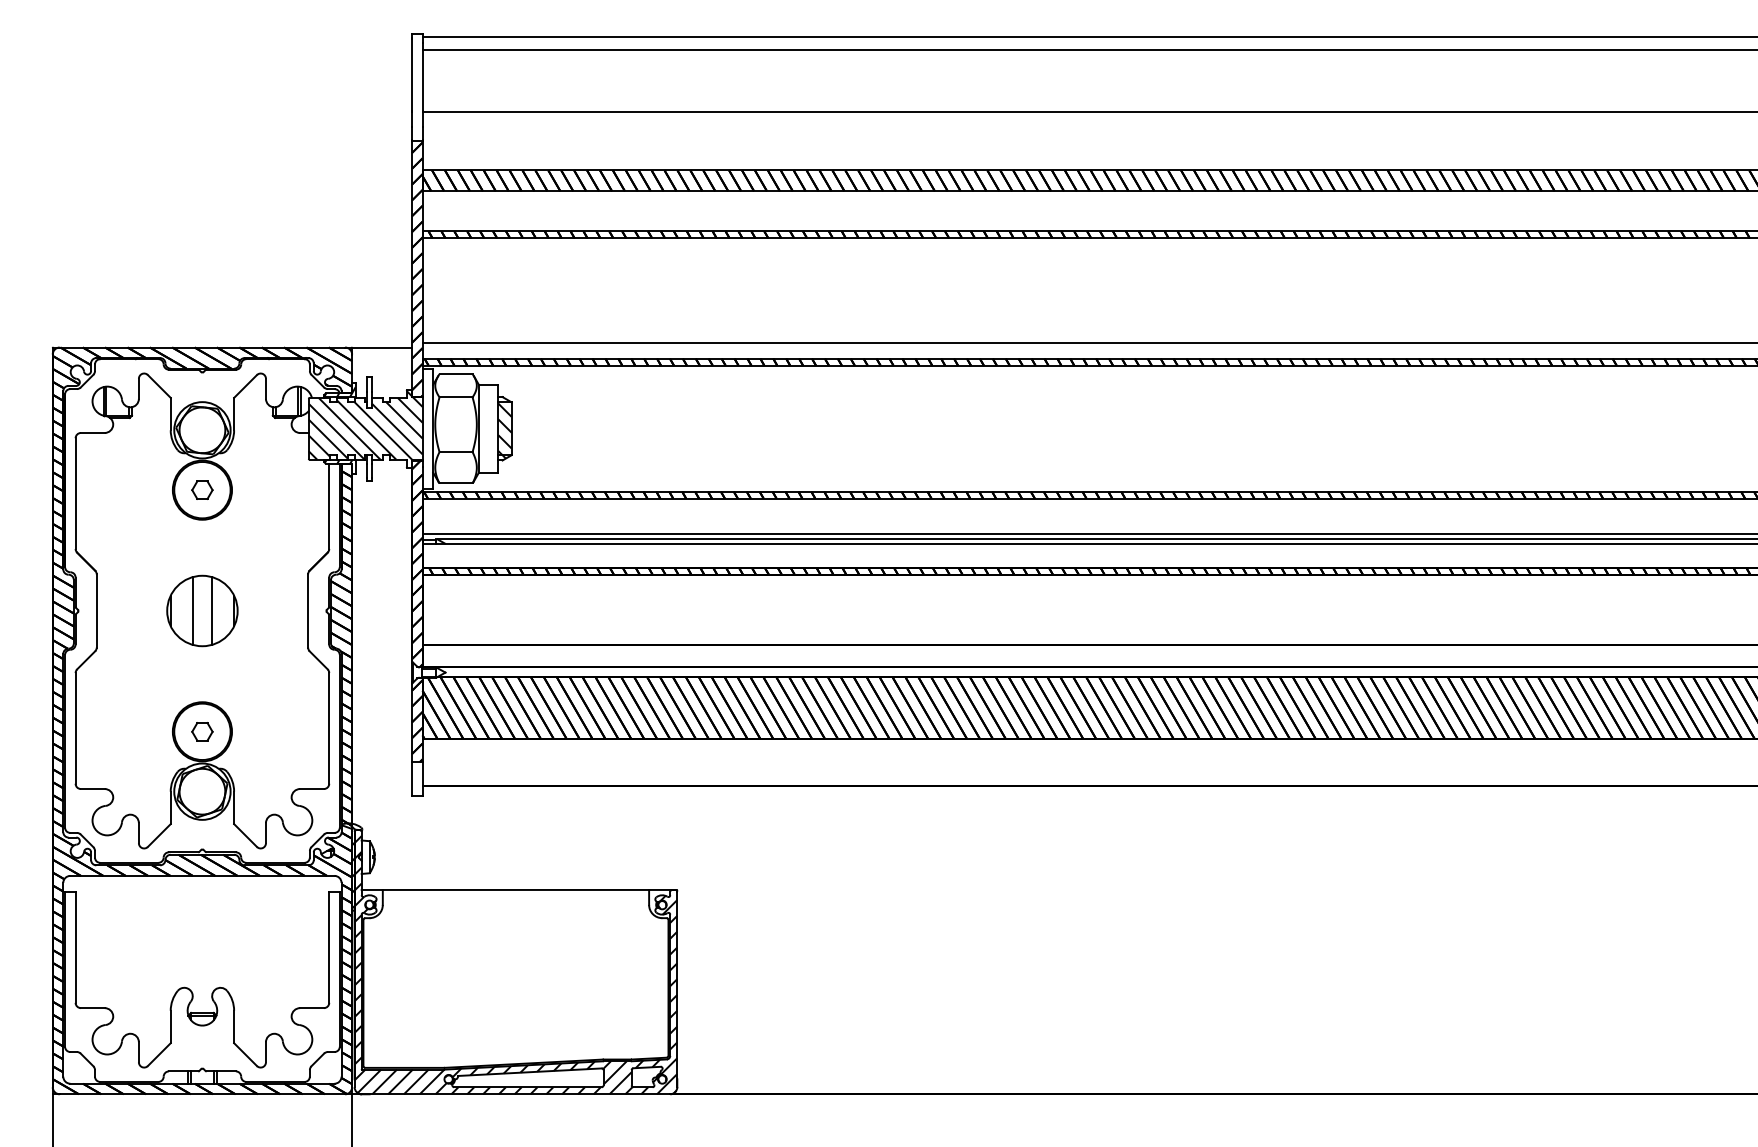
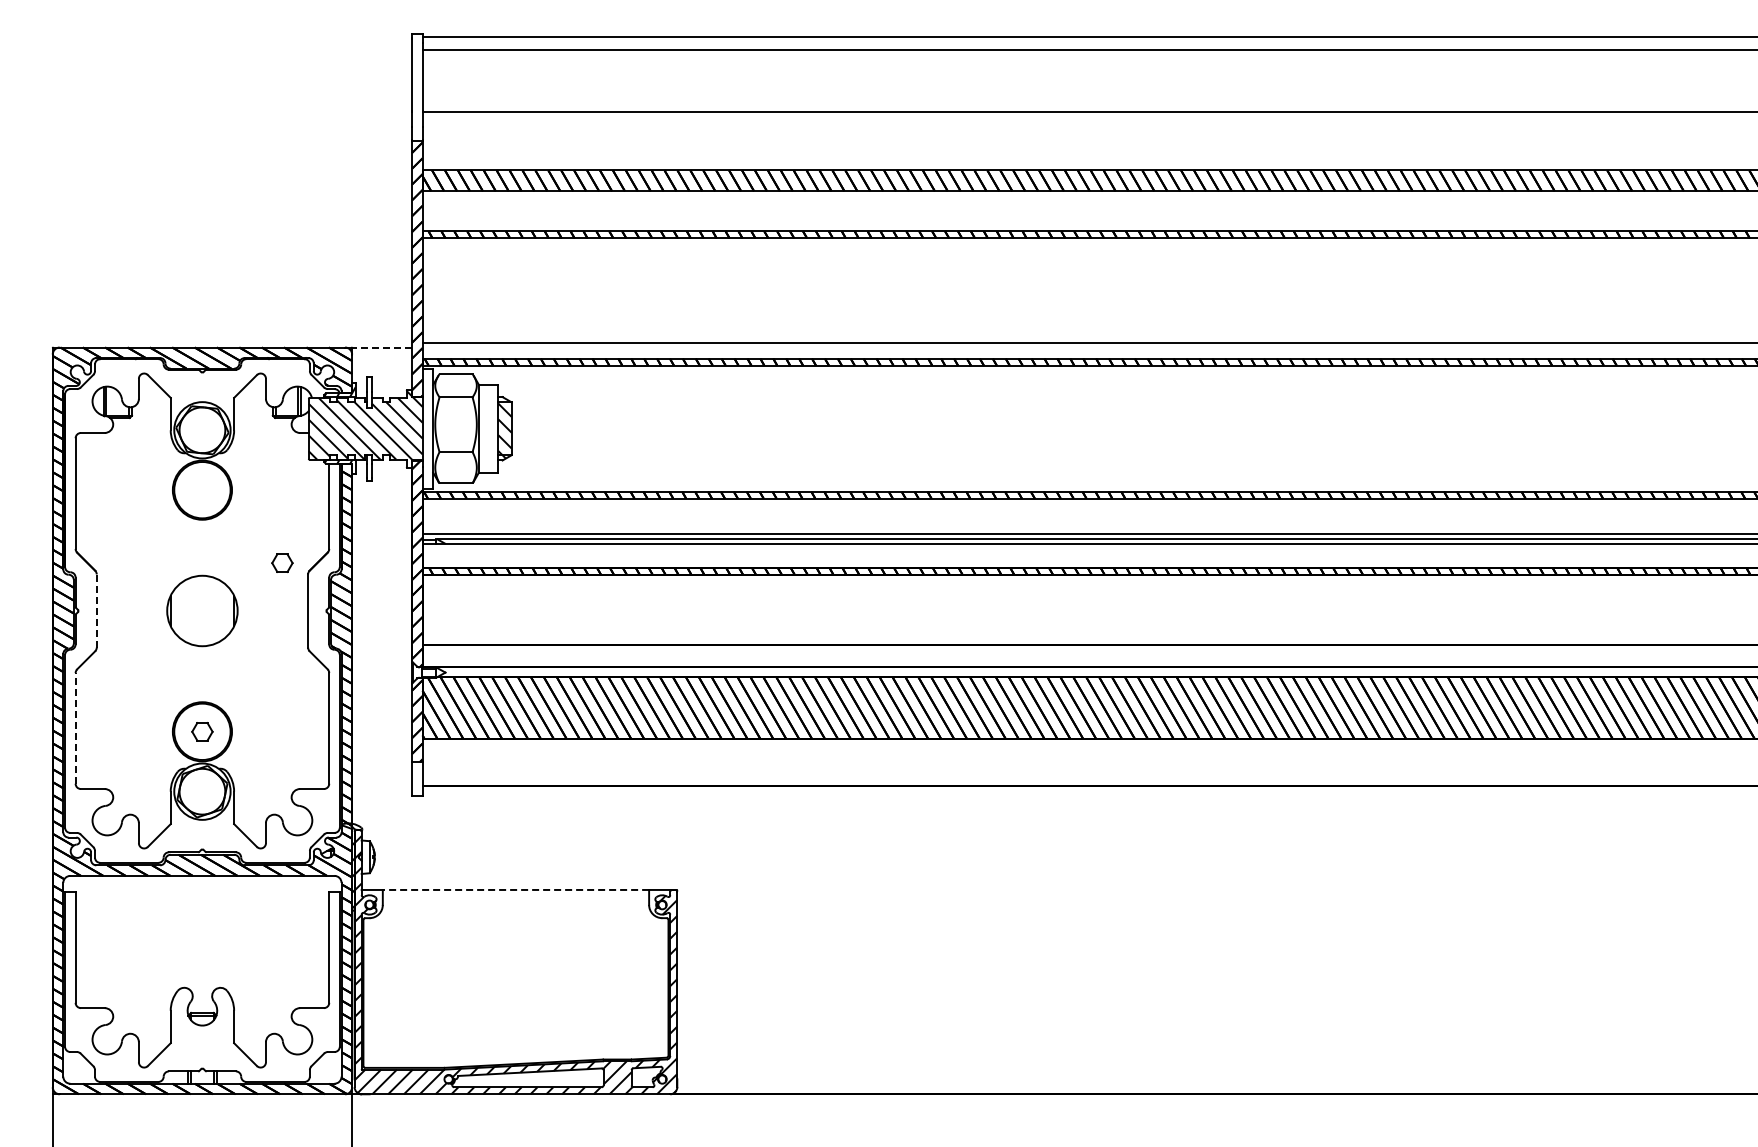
line at (382, 347): solid -> dashed
part at (202, 489) position: (202, 489) -> (282, 562)
line at (192, 610): present -> none
line at (212, 610): present -> none
line at (96, 611): solid -> dashed
line at (75, 727): solid -> dashed
line at (515, 889): solid -> dashed
